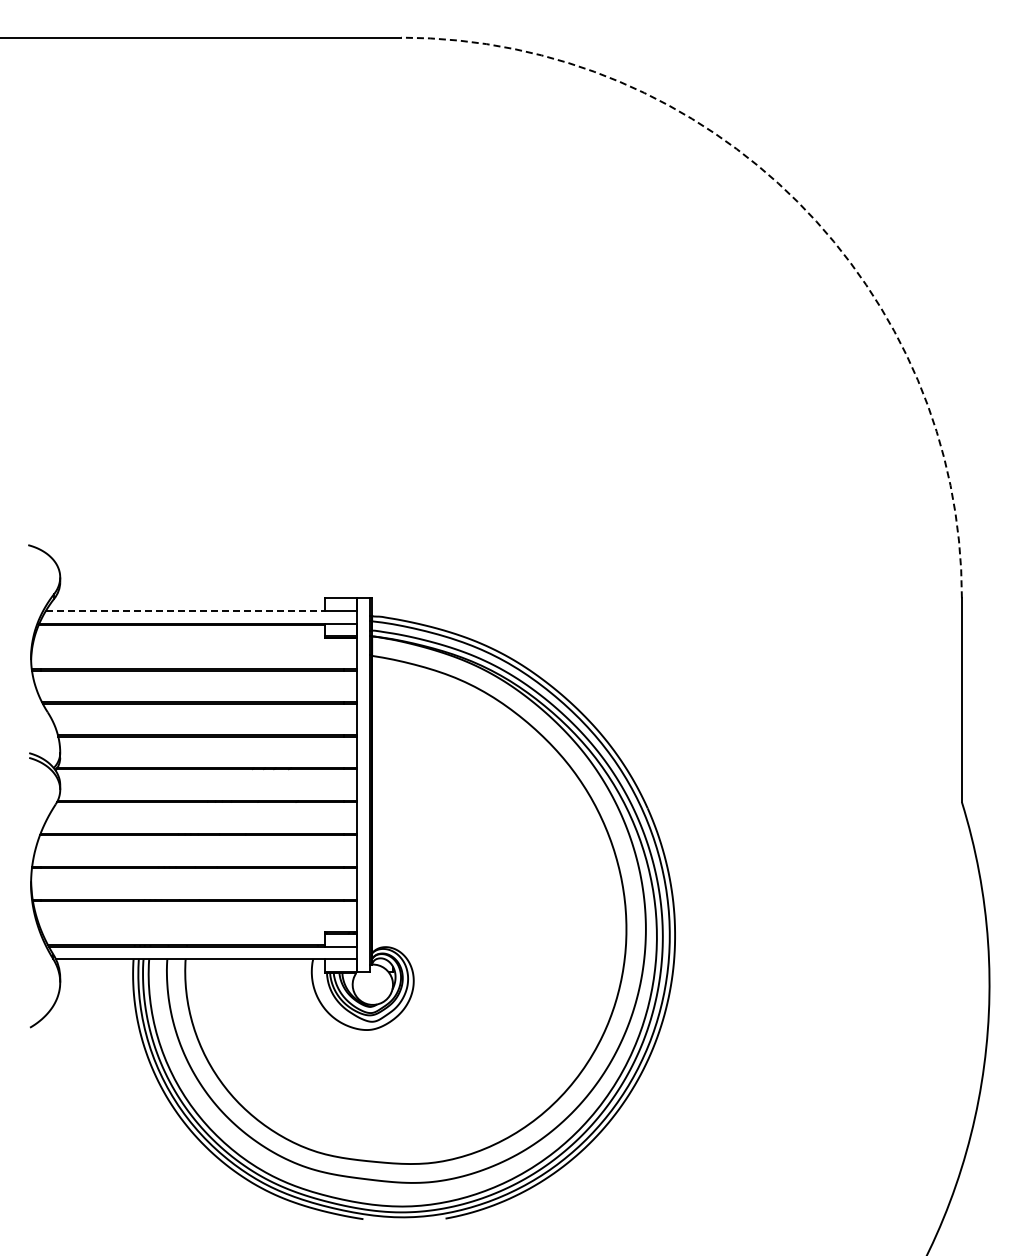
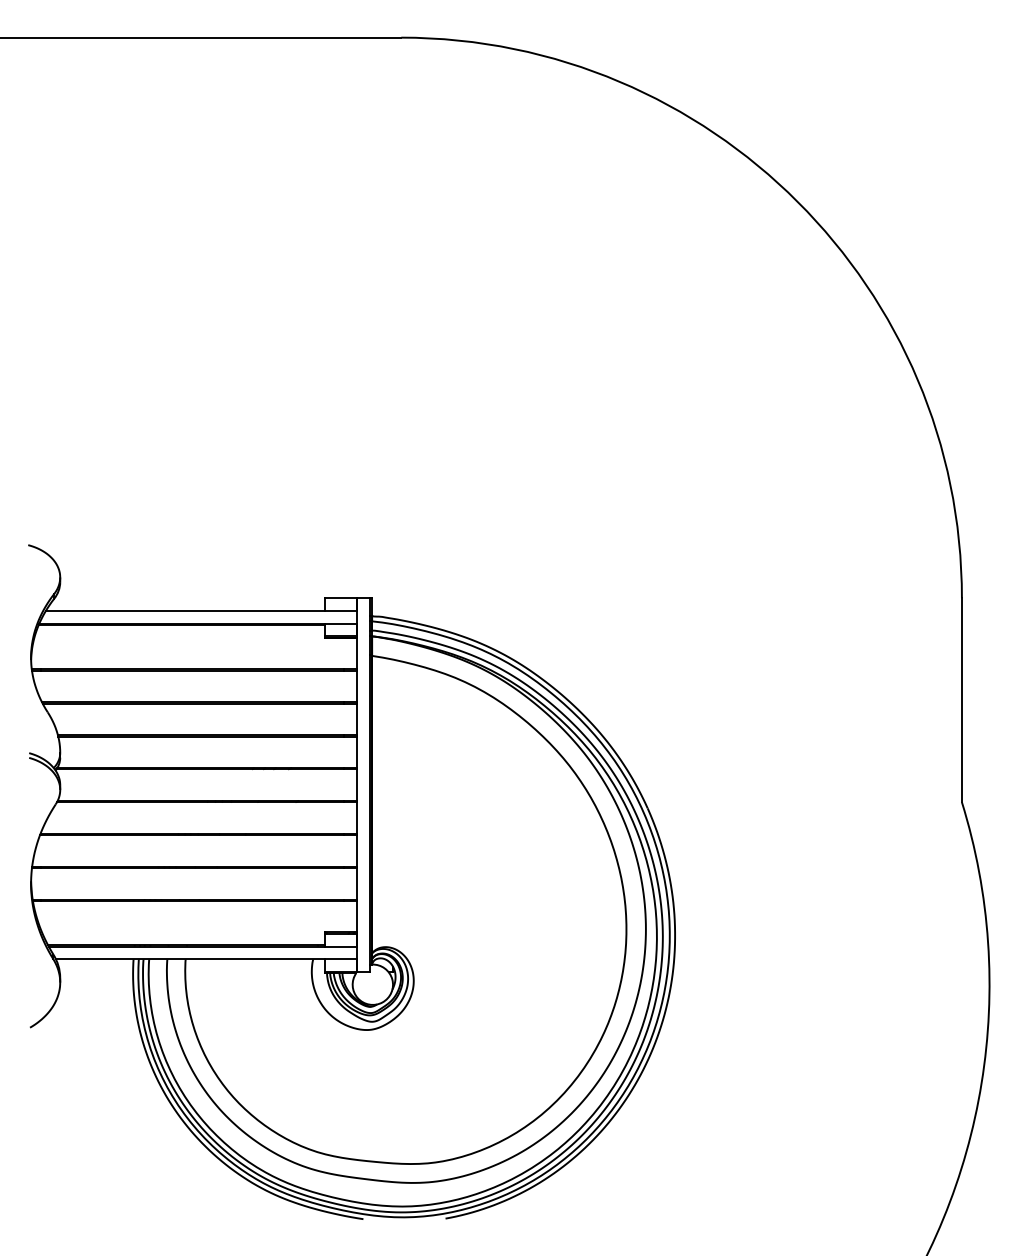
arc at (797, 201): dashed -> solid
line at (185, 610): dashed -> solid
